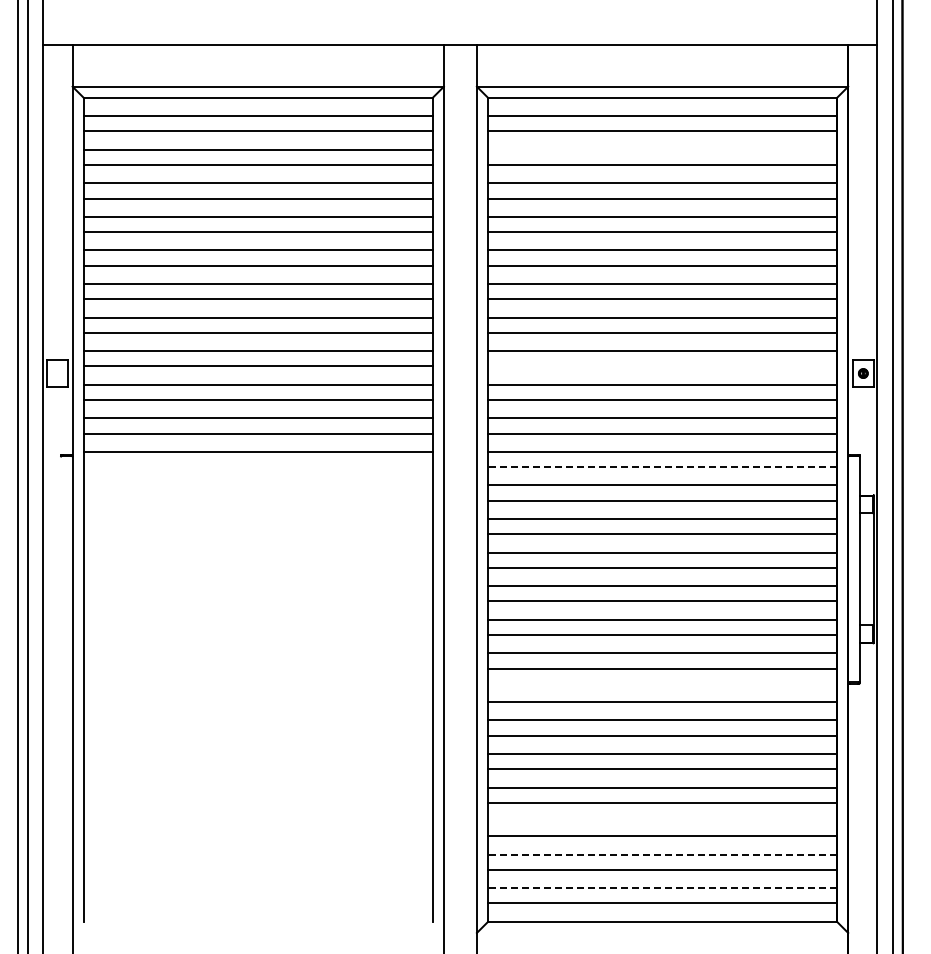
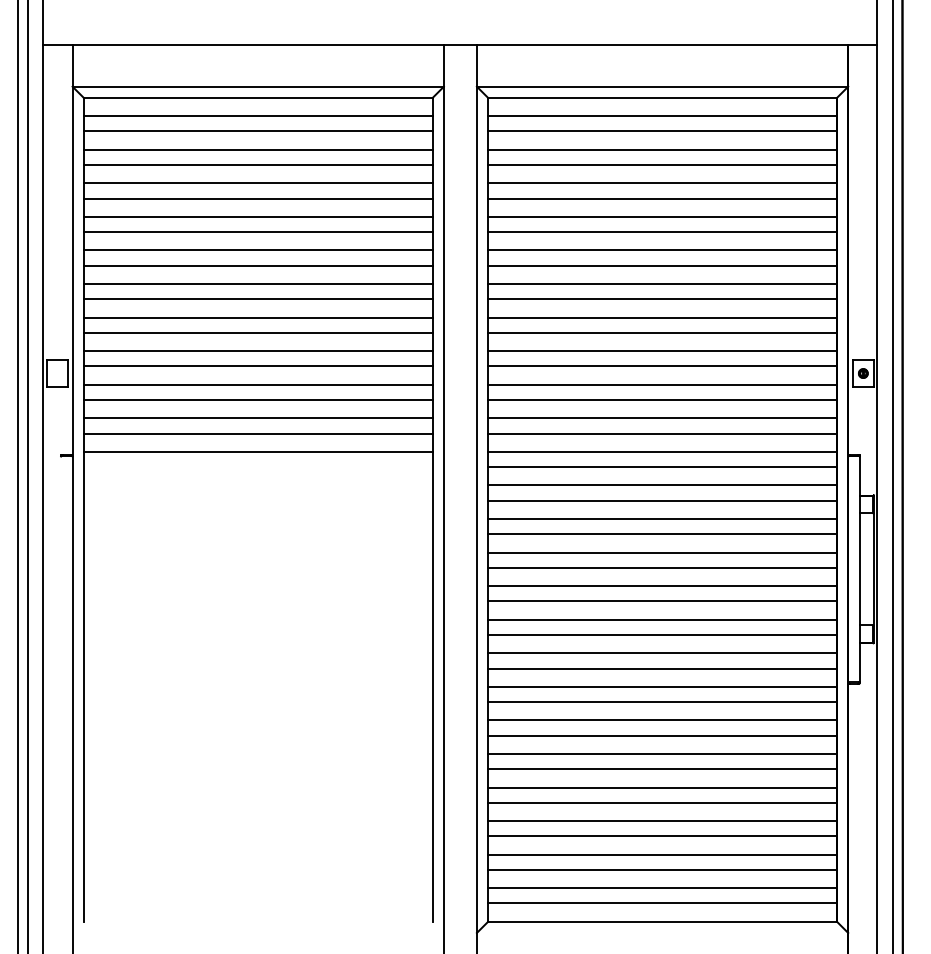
line at (662, 149): none -> present
line at (662, 366): none -> present
line at (662, 467): dashed -> solid
line at (662, 686): none -> present
line at (662, 821): none -> present
line at (662, 854): dashed -> solid
line at (662, 888): dashed -> solid
